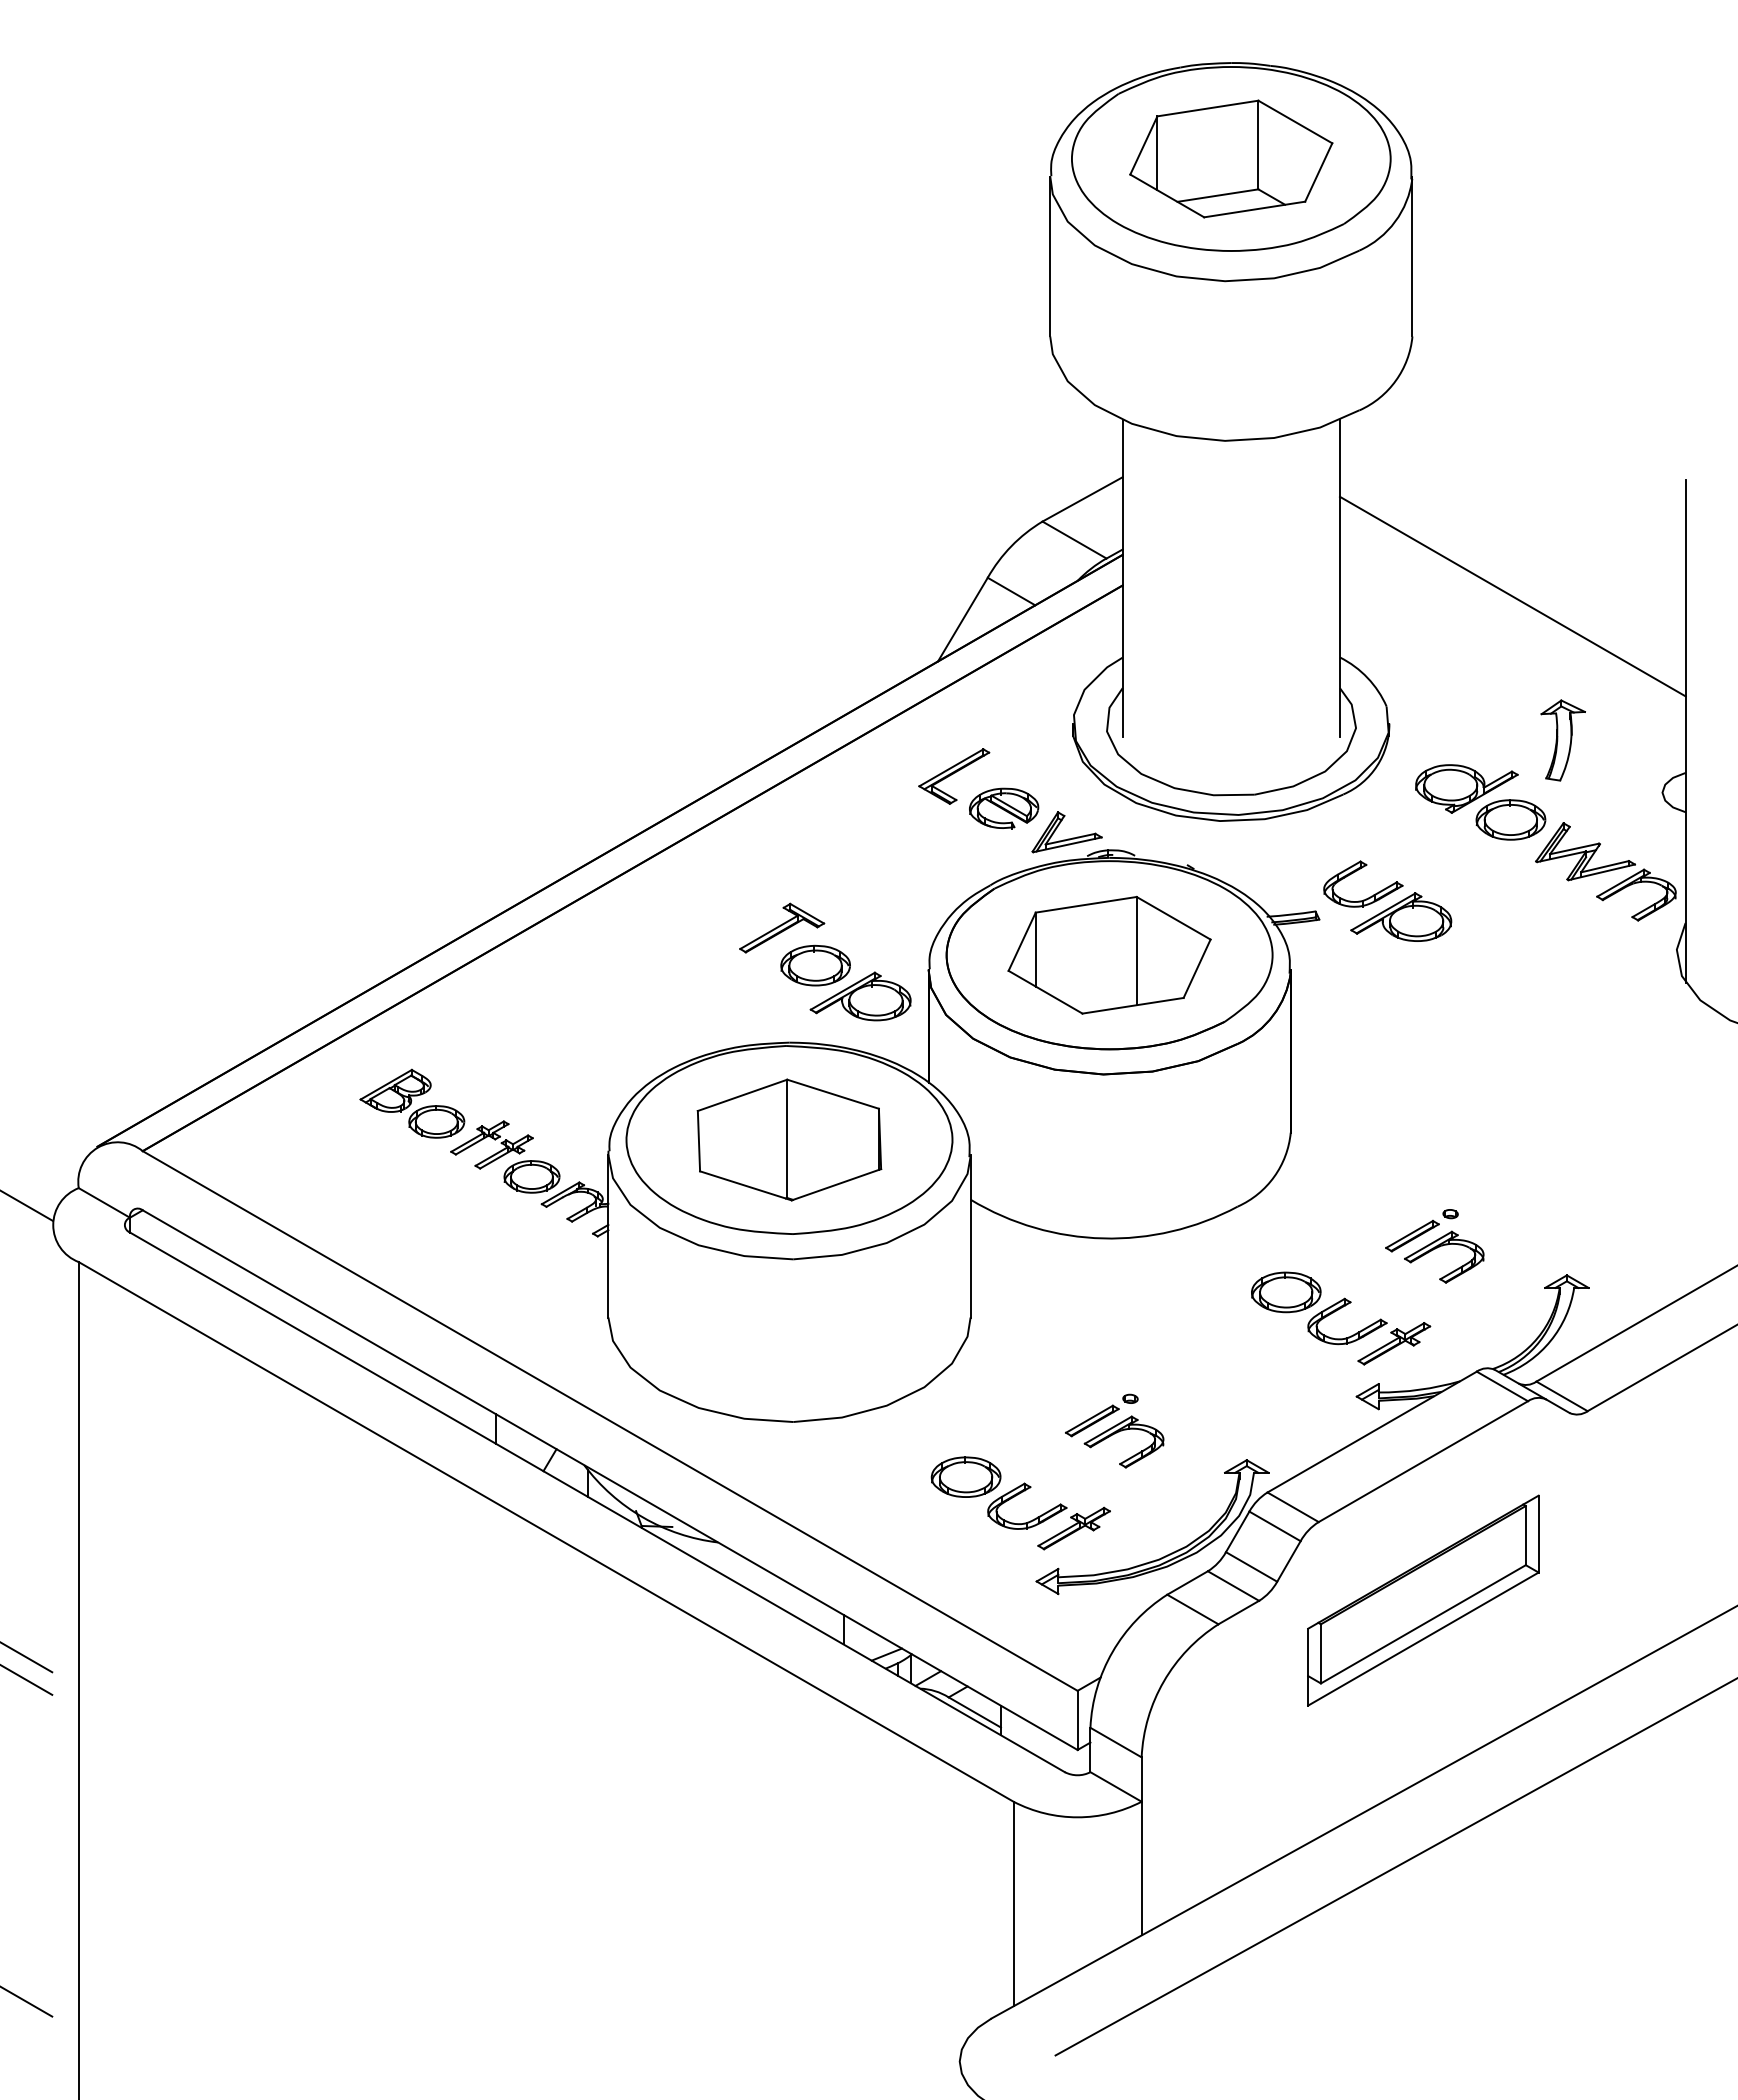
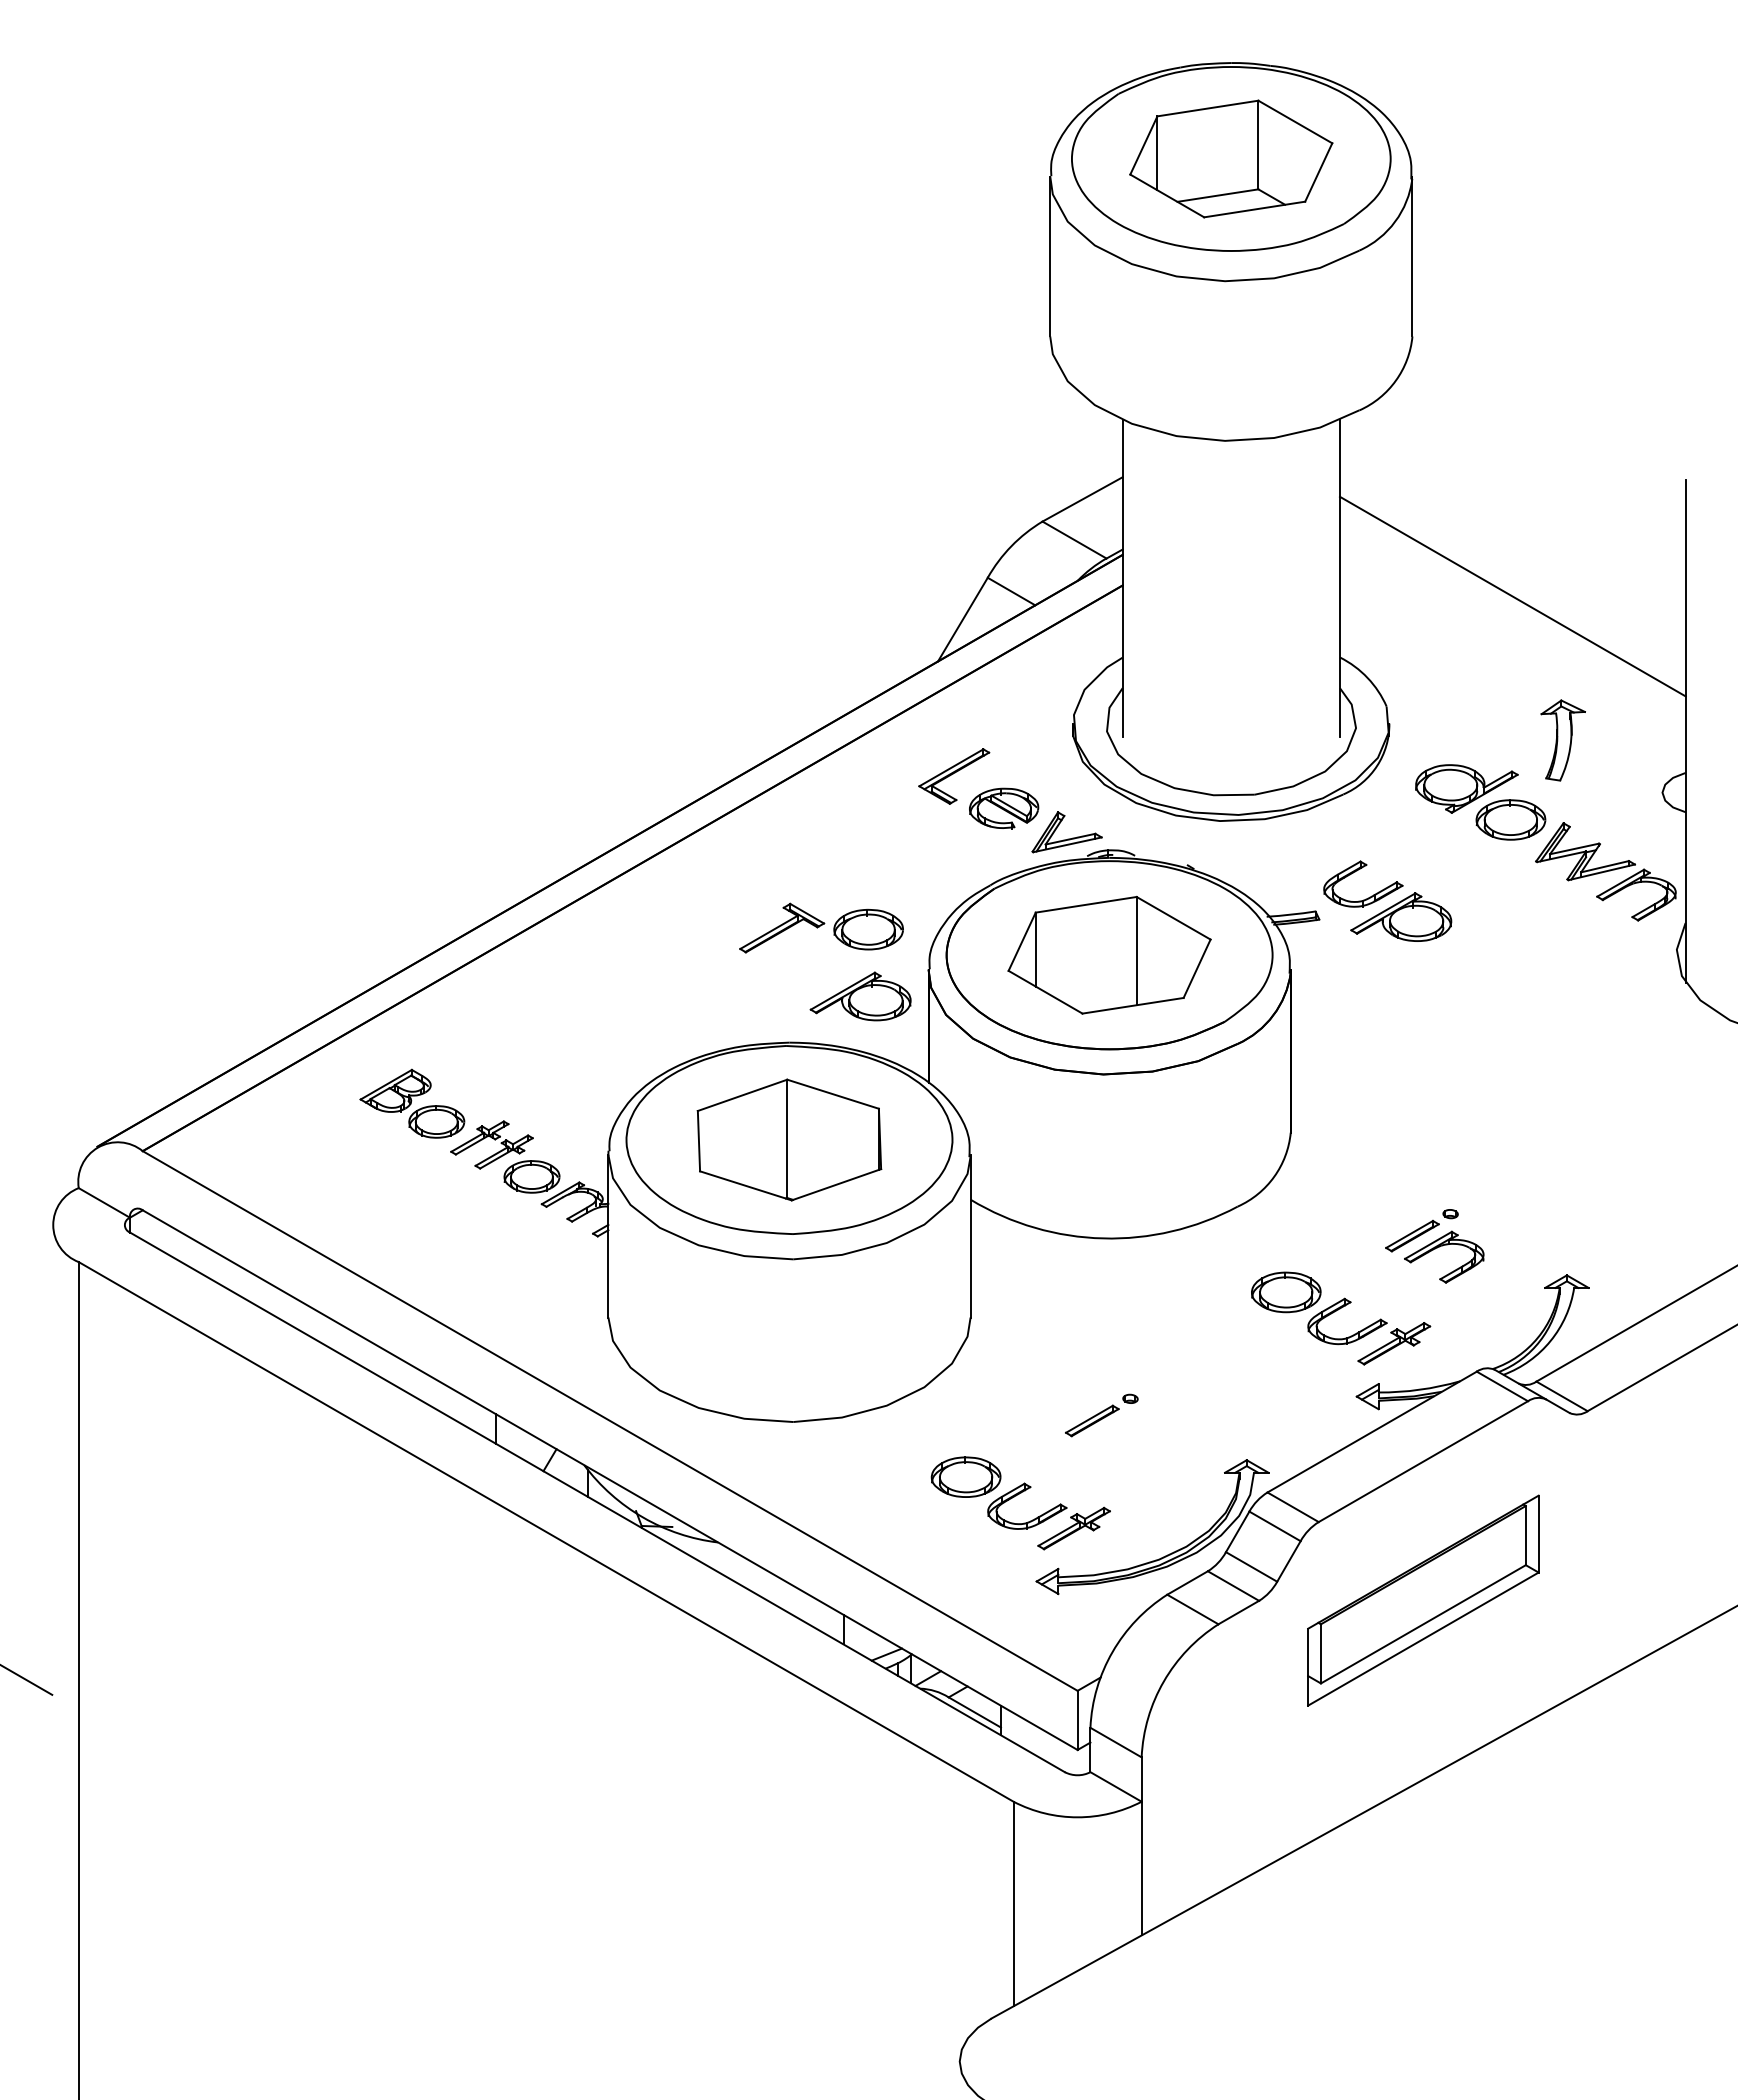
part at (815, 965) position: (815, 965) -> (868, 929)
line at (27, 1205): present -> none
part at (1119, 1432): present -> none
line at (27, 1657): present -> none
line at (1394, 1867): present -> none
line at (27, 2001): present -> none
